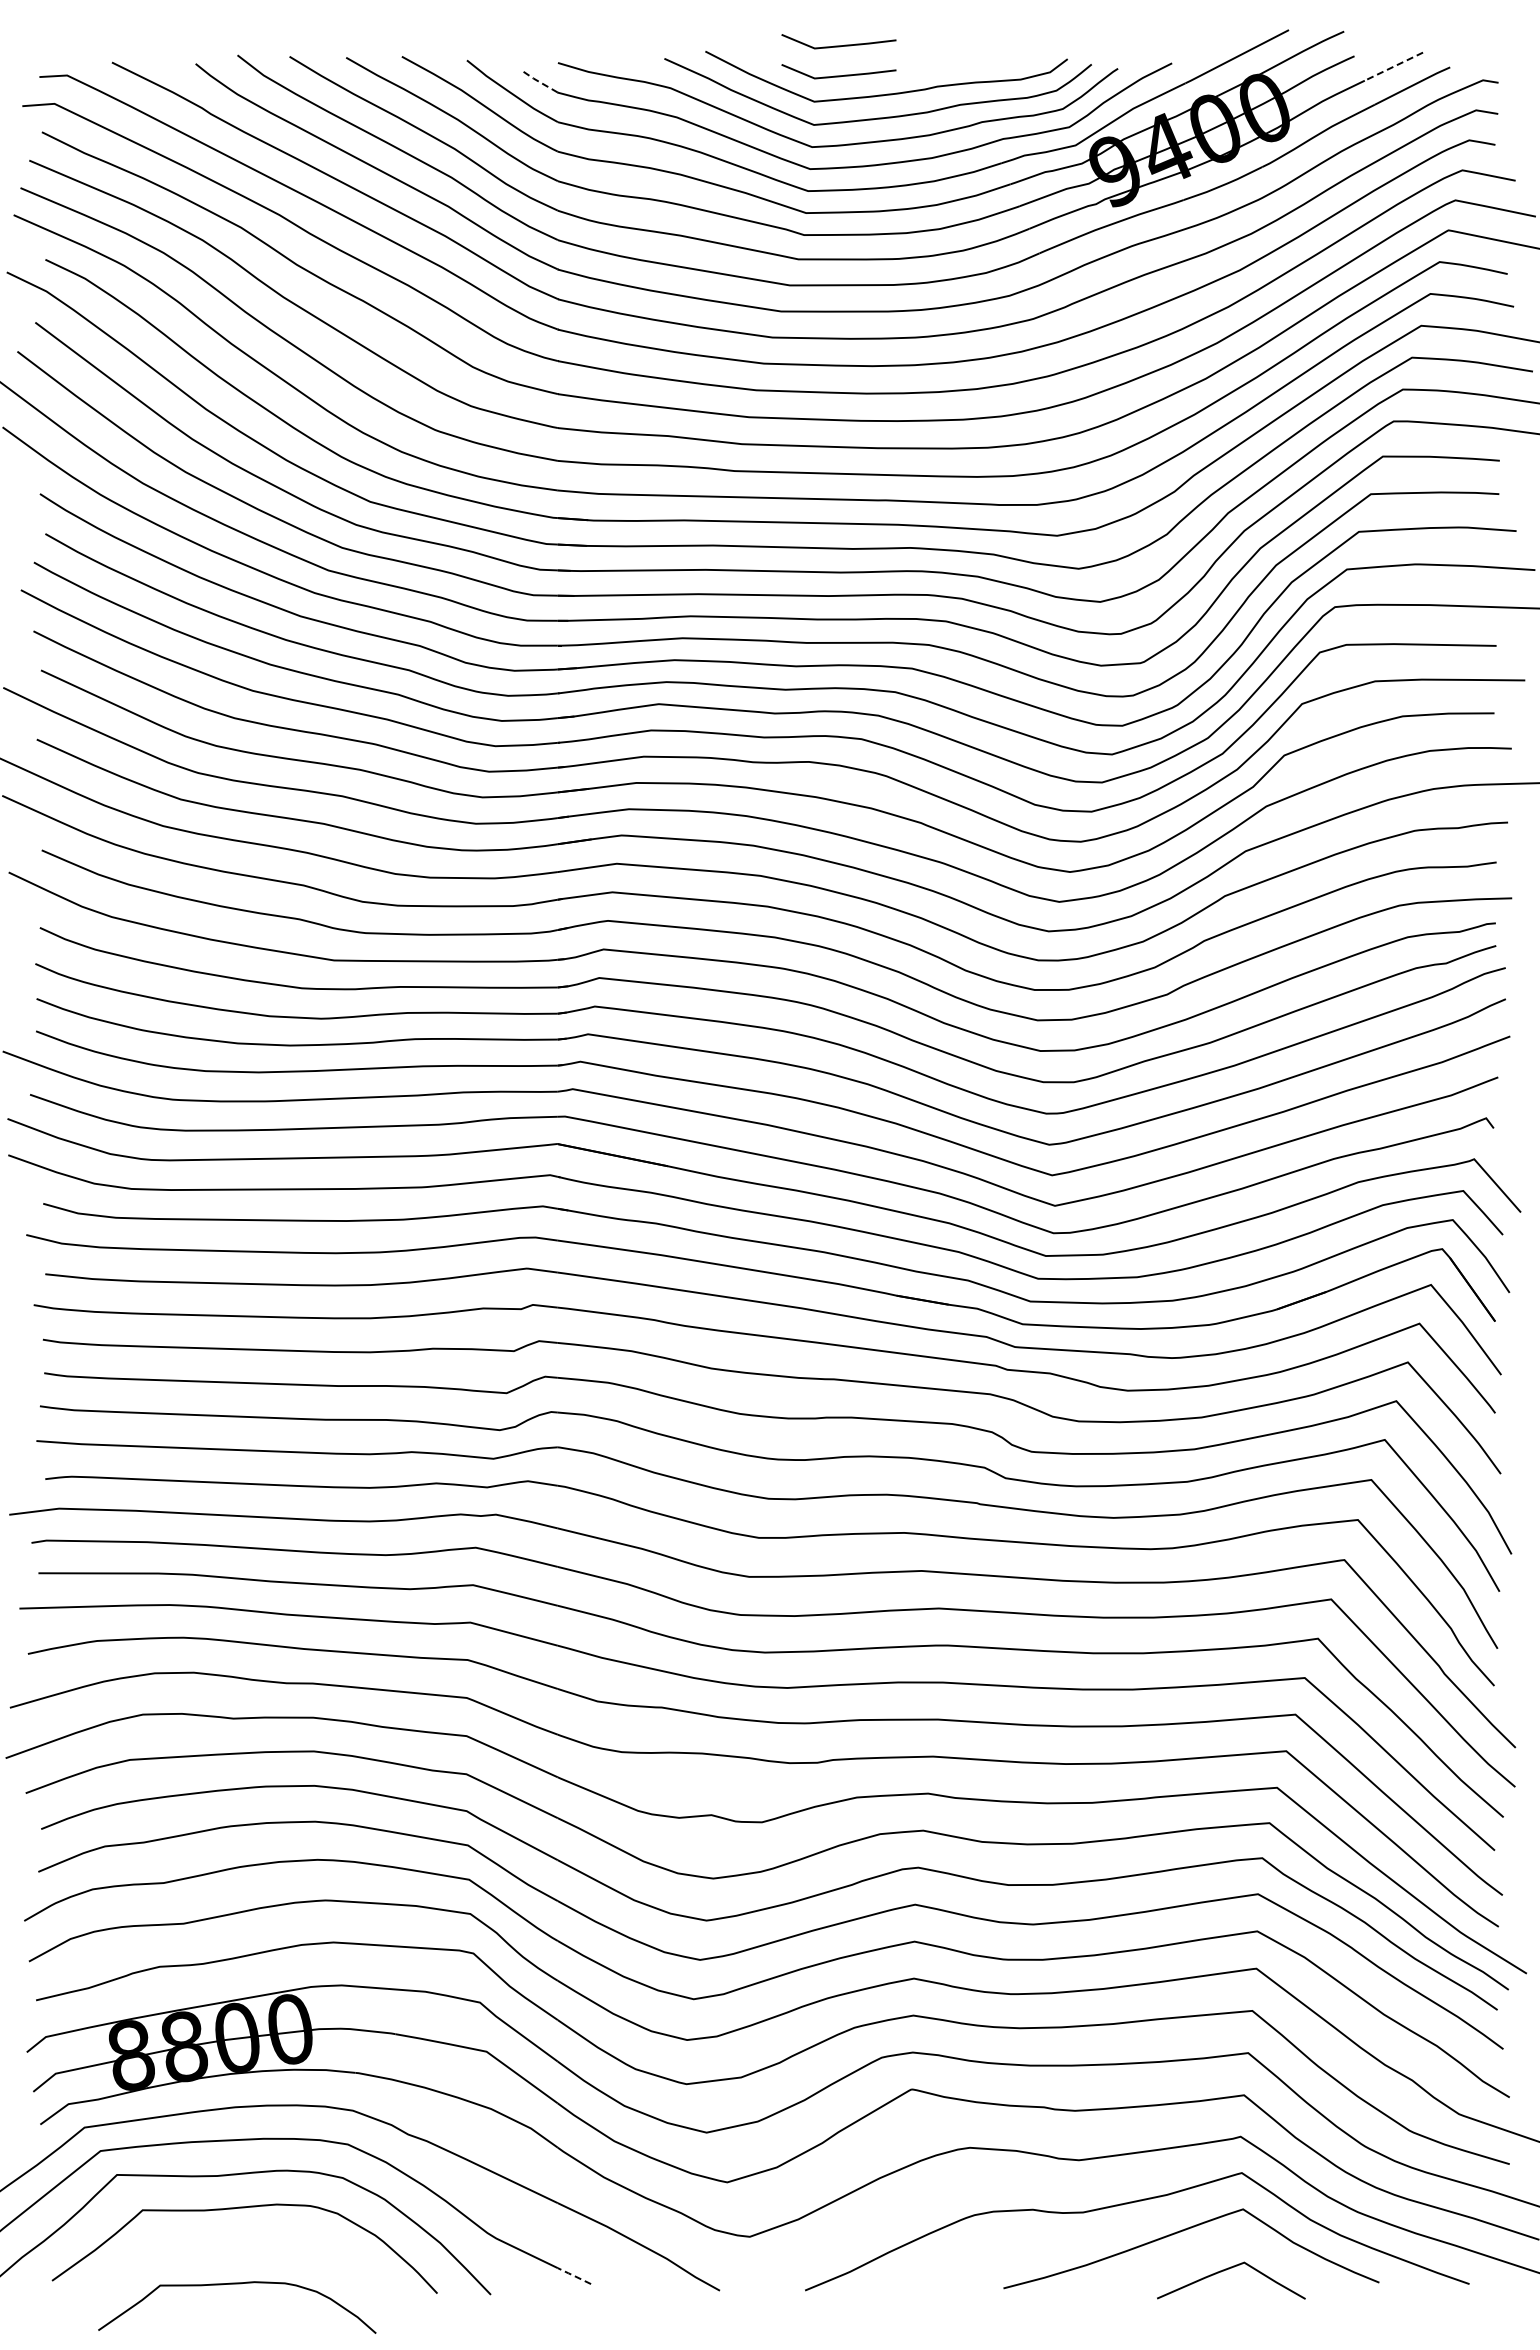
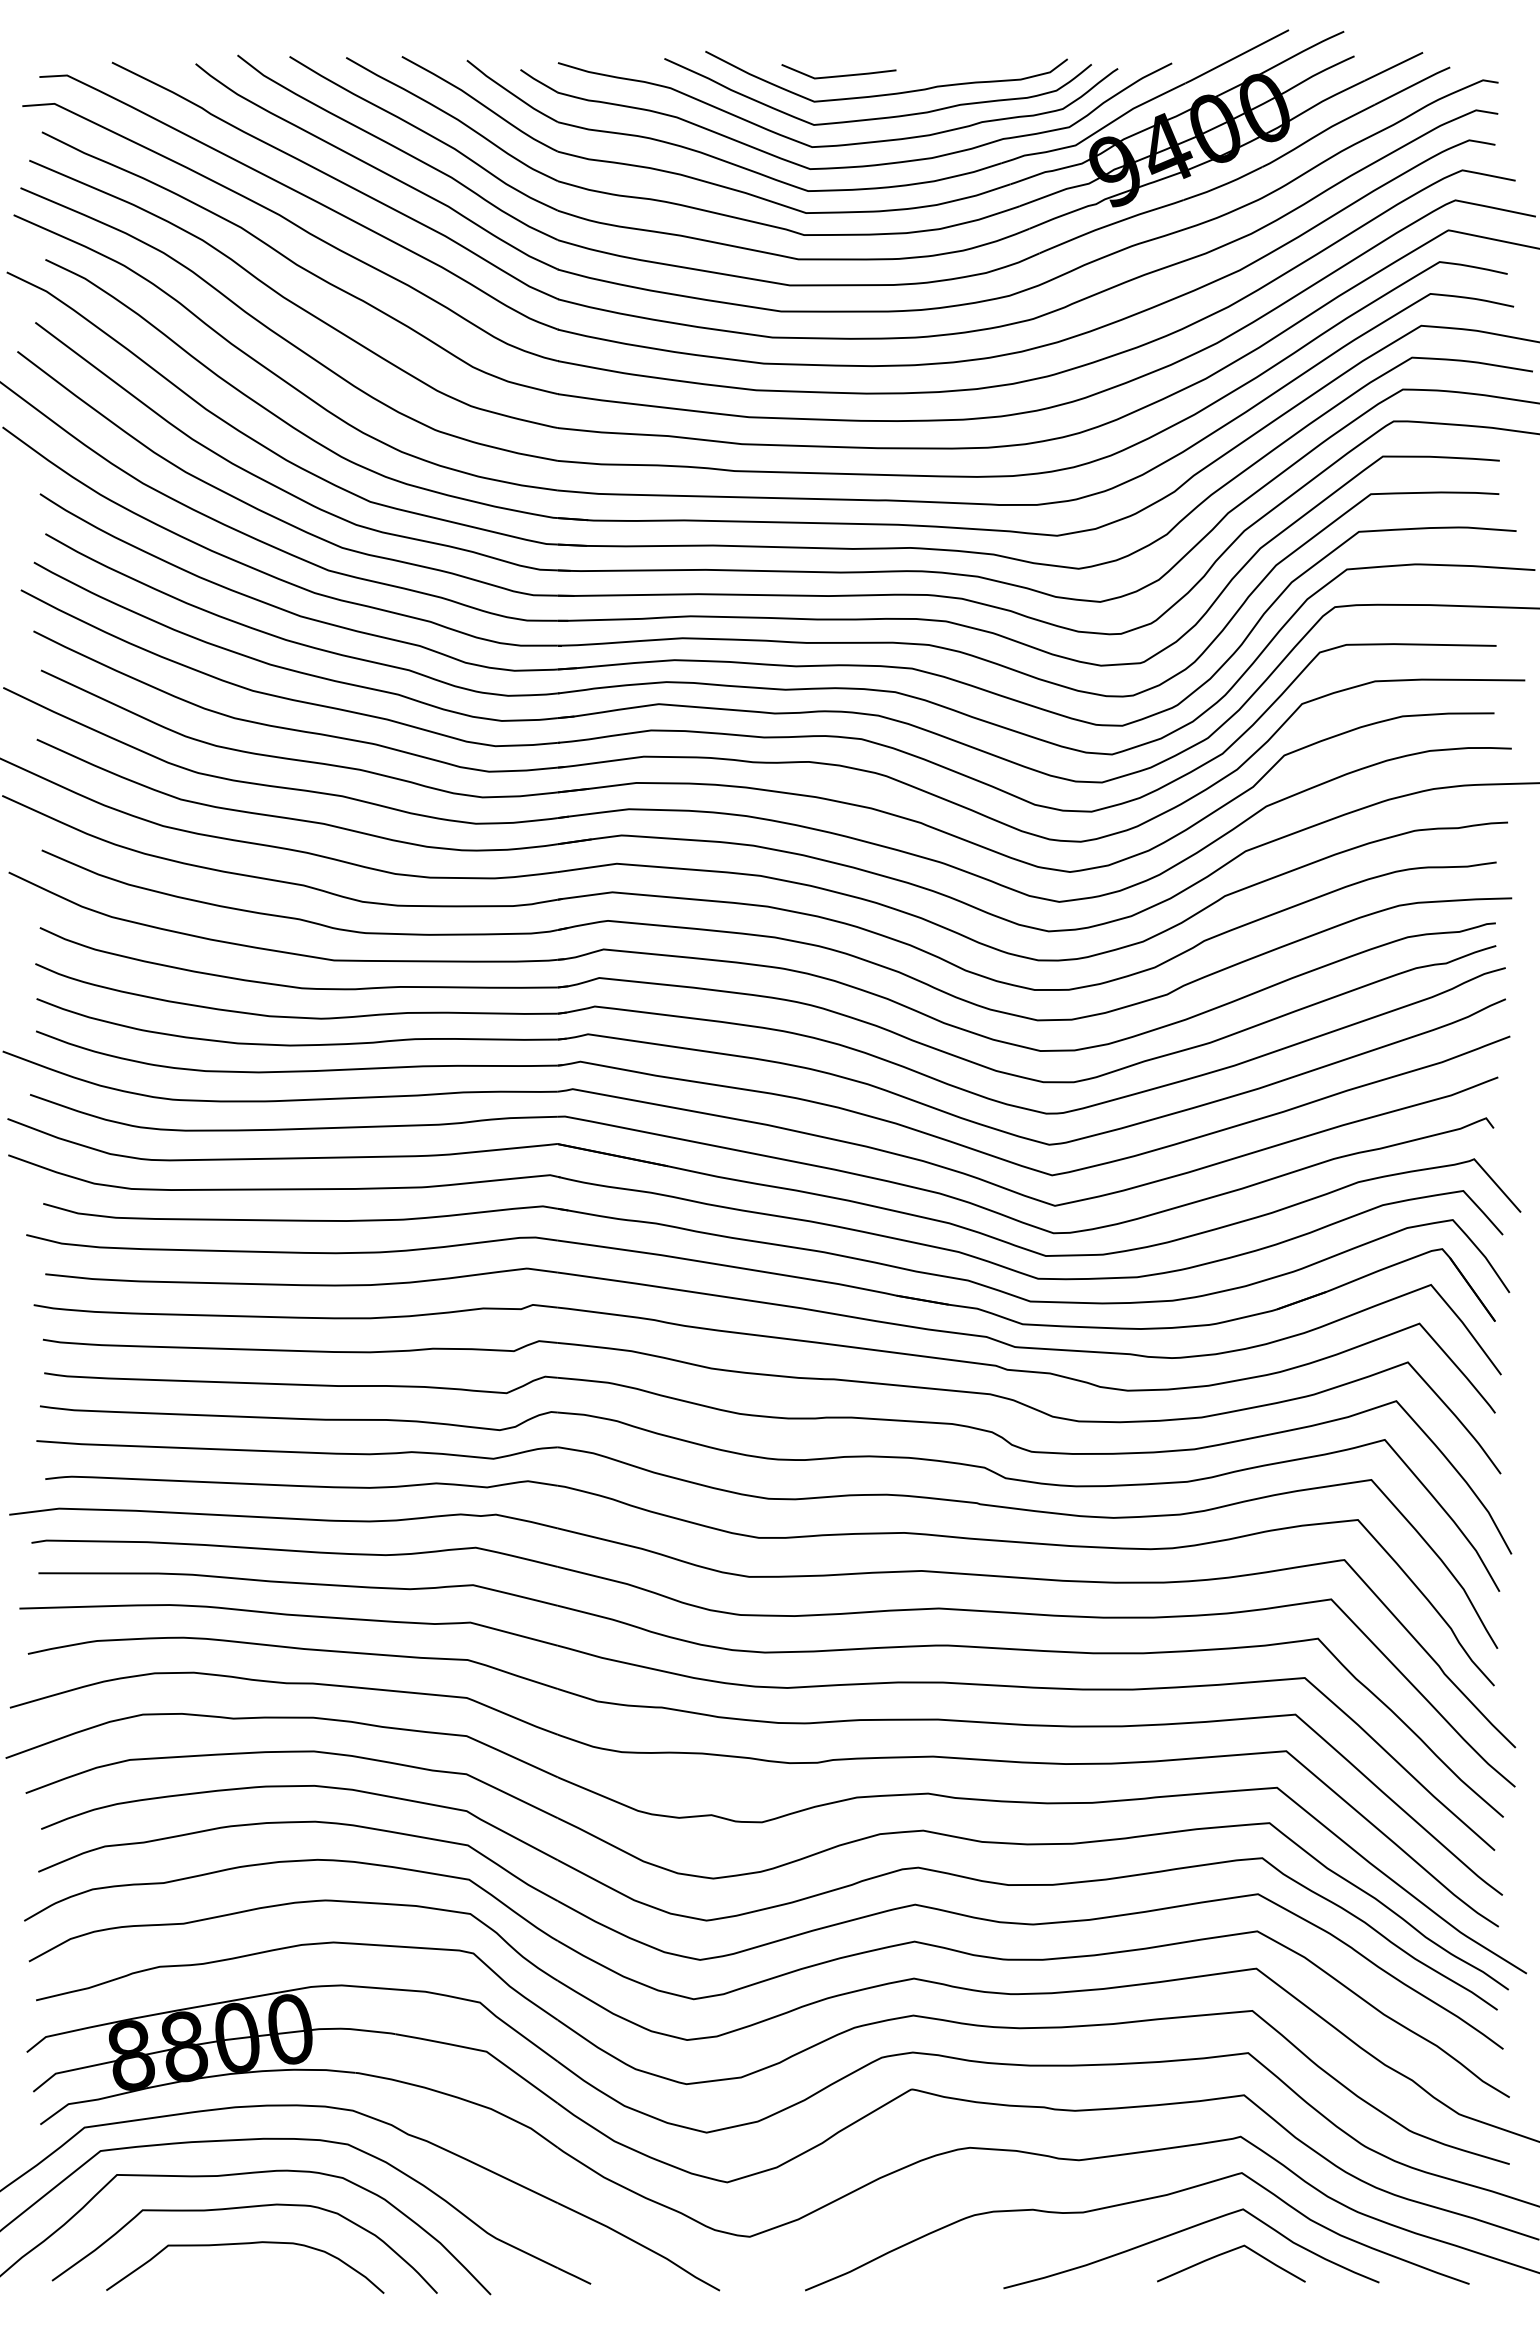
curve at (838, 45): present -> none
line at (1393, 66): dashed -> solid
line at (537, 81): dashed -> solid
curve at (1229, 2269) position: (1229, 2269) -> (1229, 2252)
line at (573, 2275): dashed -> solid
curve at (237, 2284) position: (237, 2284) -> (245, 2244)
